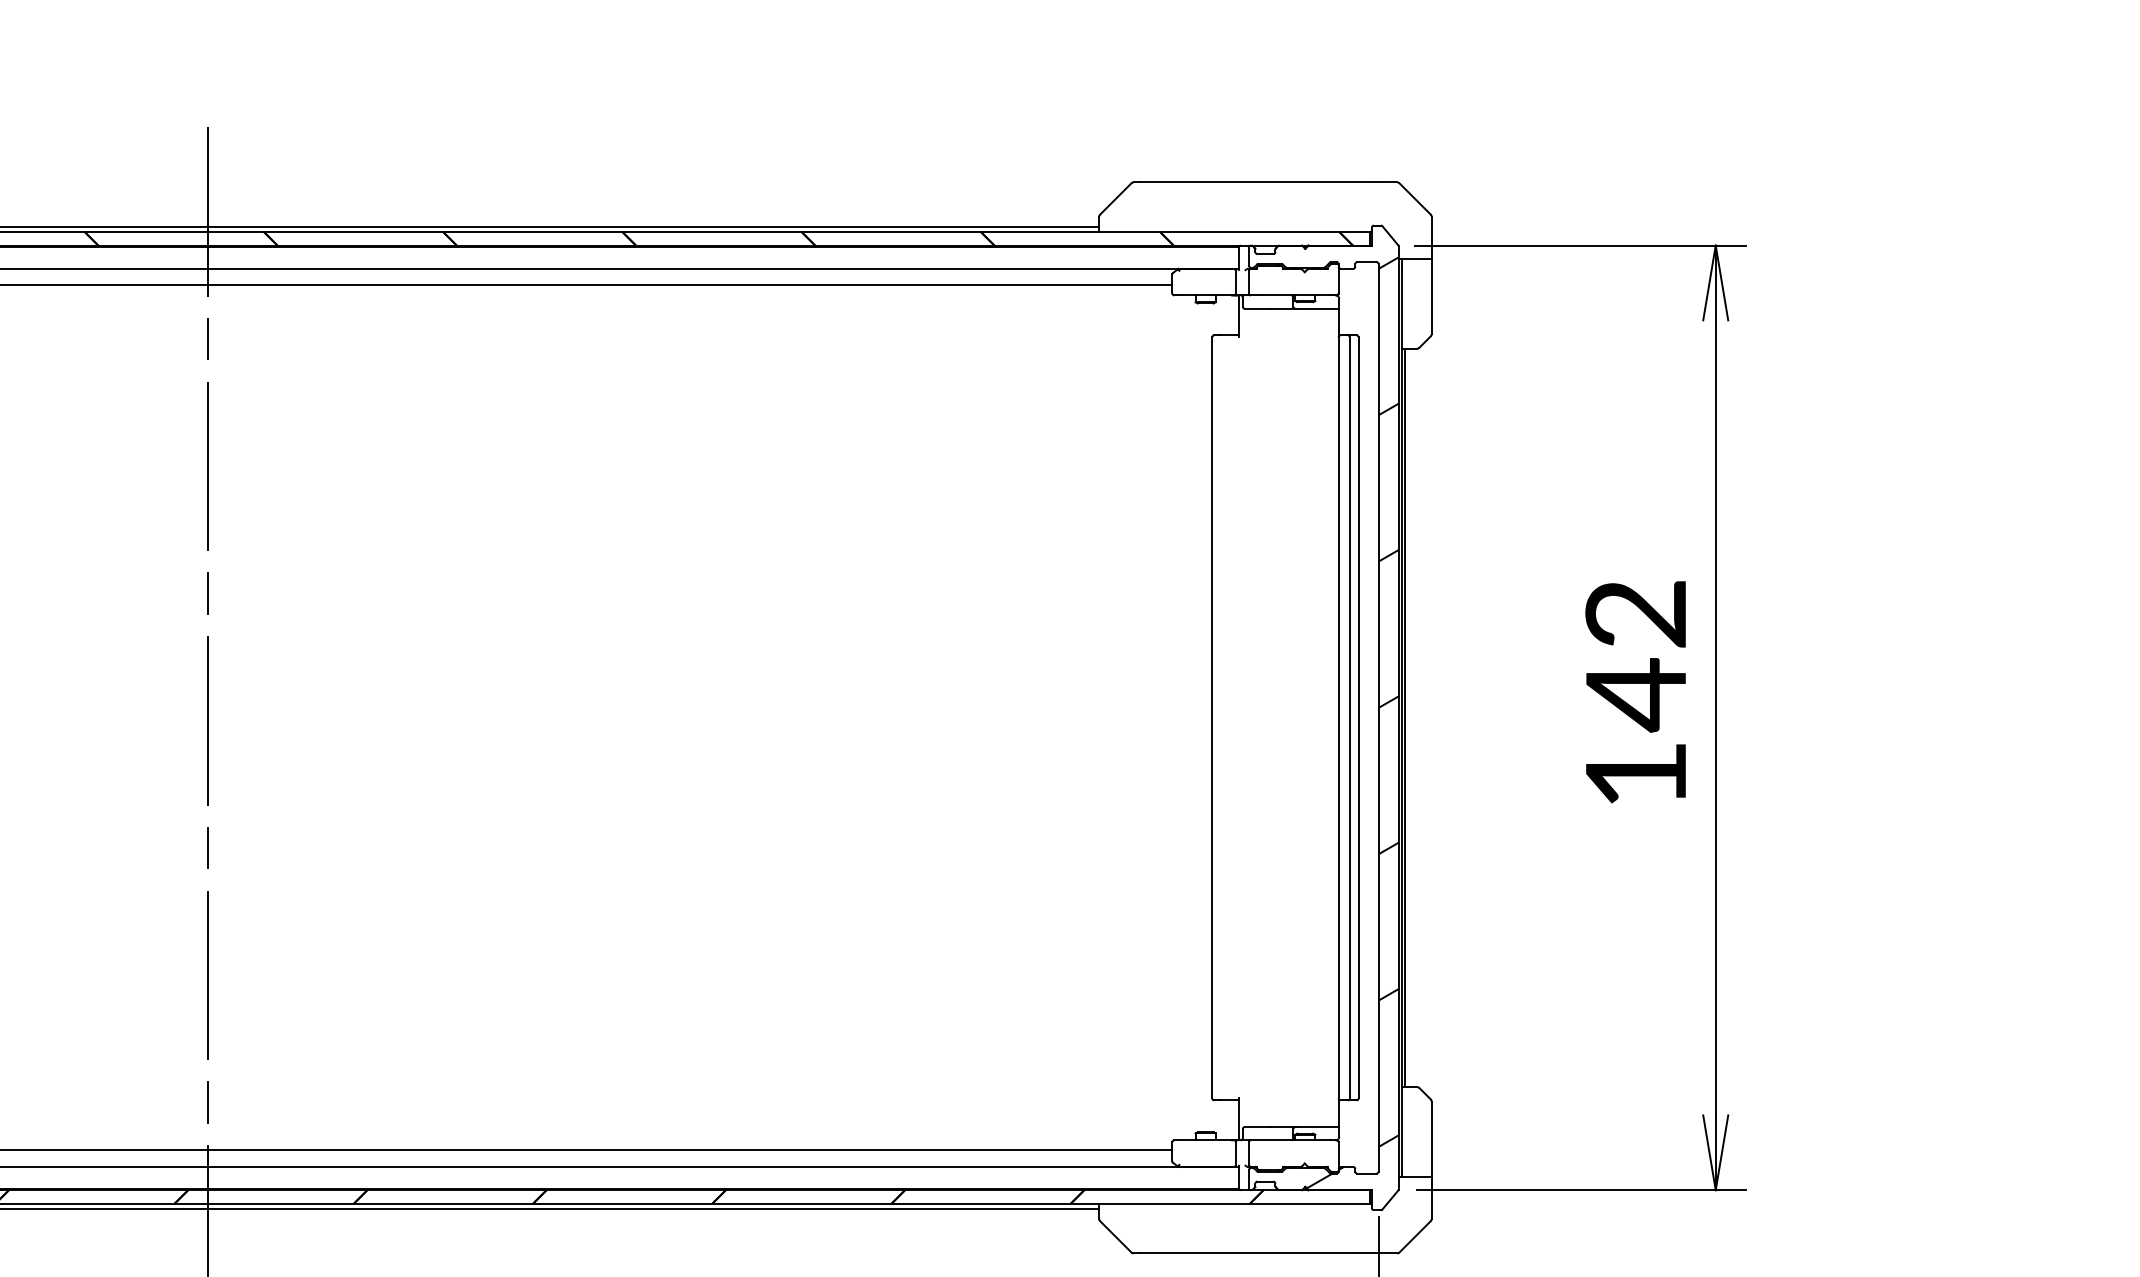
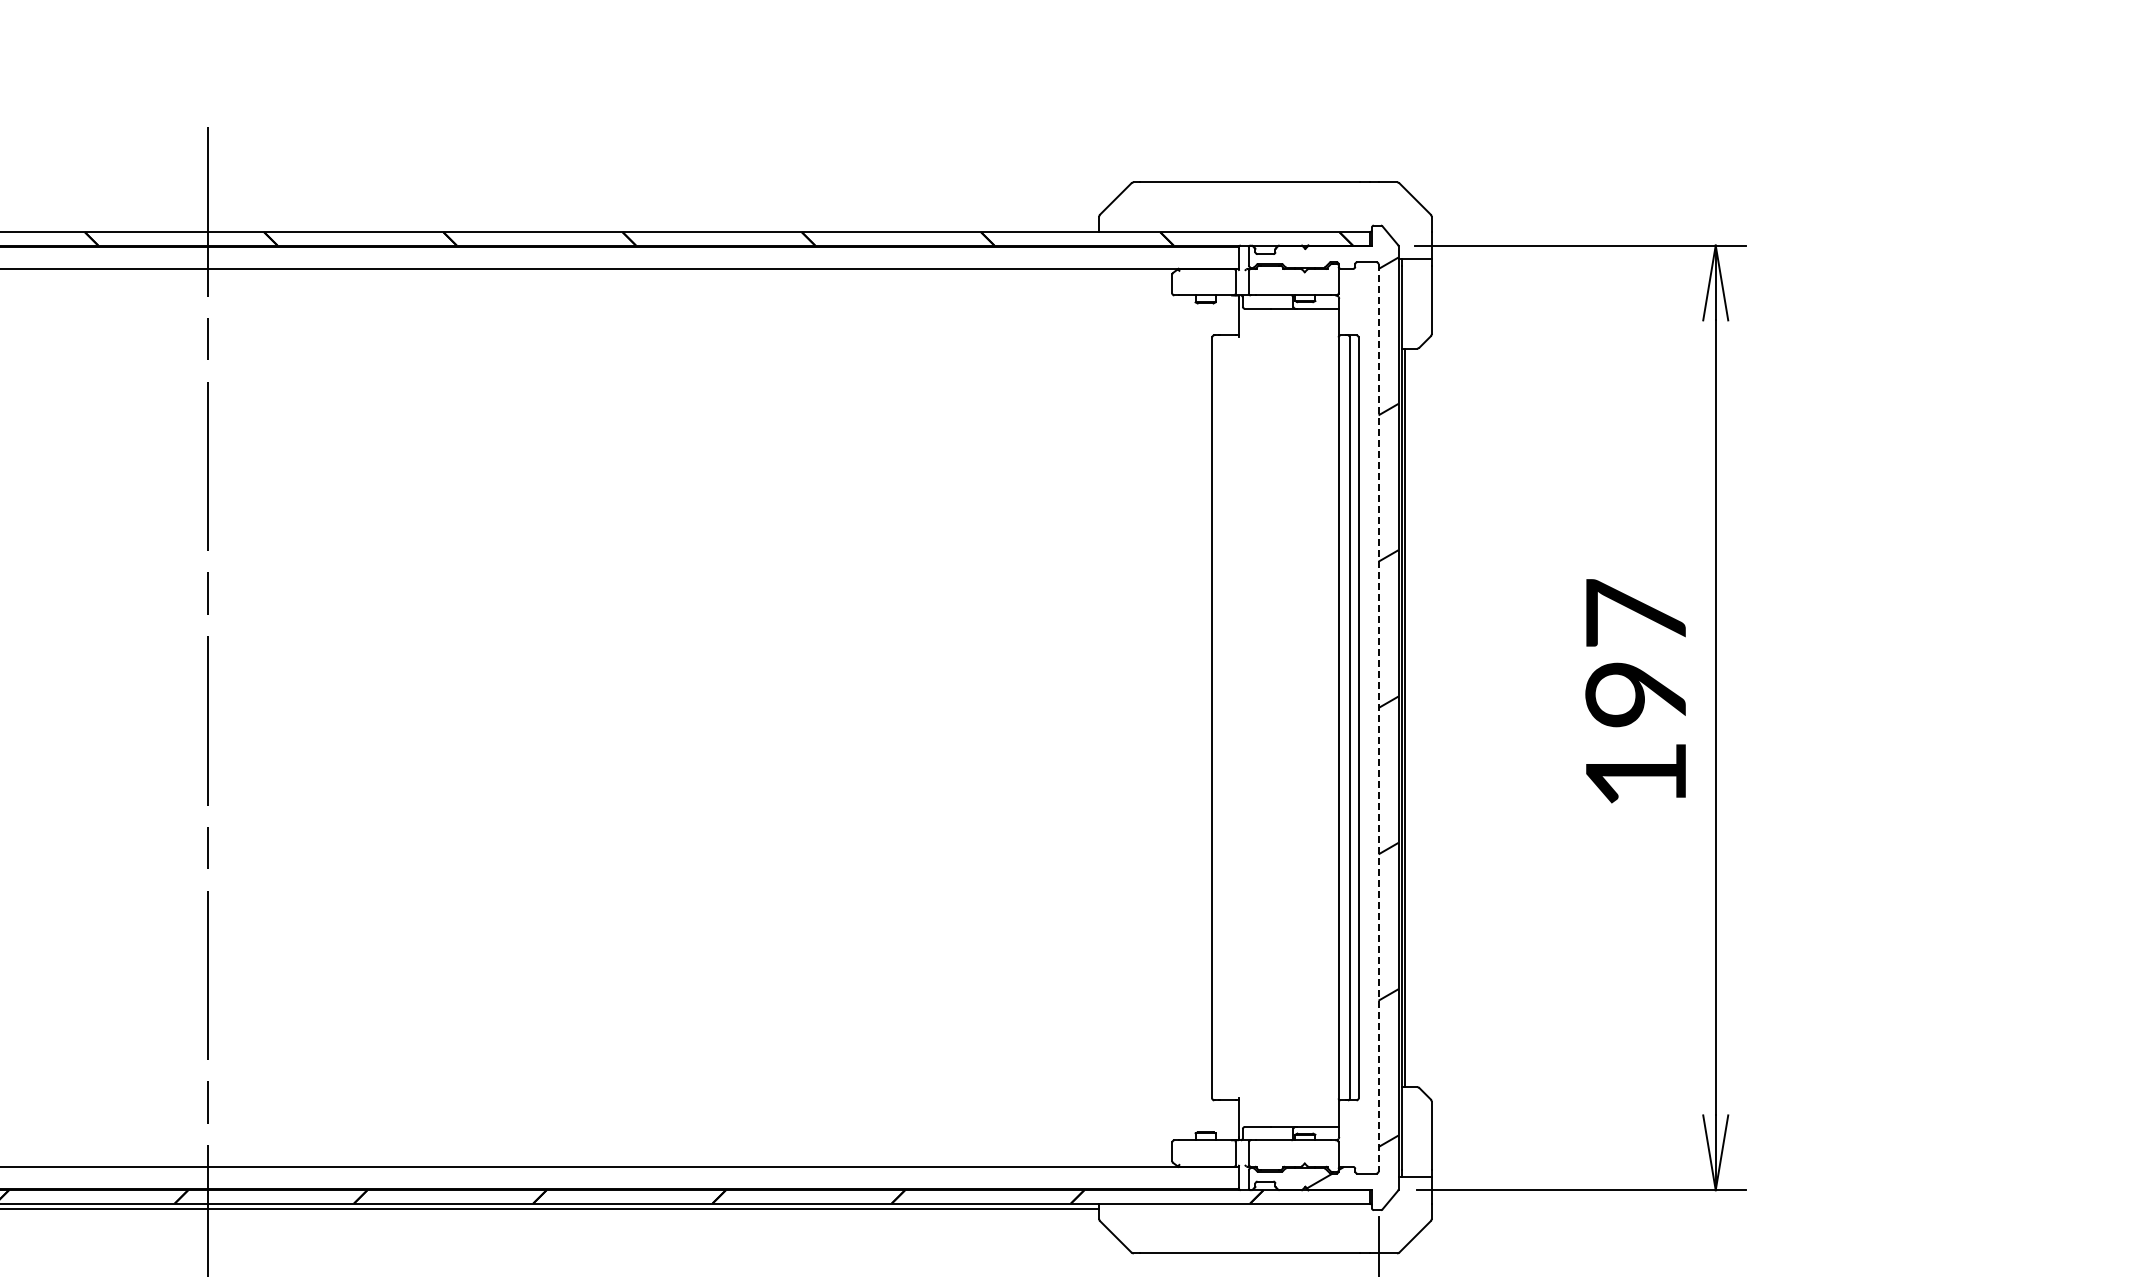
line at (550, 226): present -> none
line at (587, 285): present -> none
text at (1635, 655): 142 -> 197
line at (1378, 717): solid -> dashed
line at (587, 1150): present -> none
